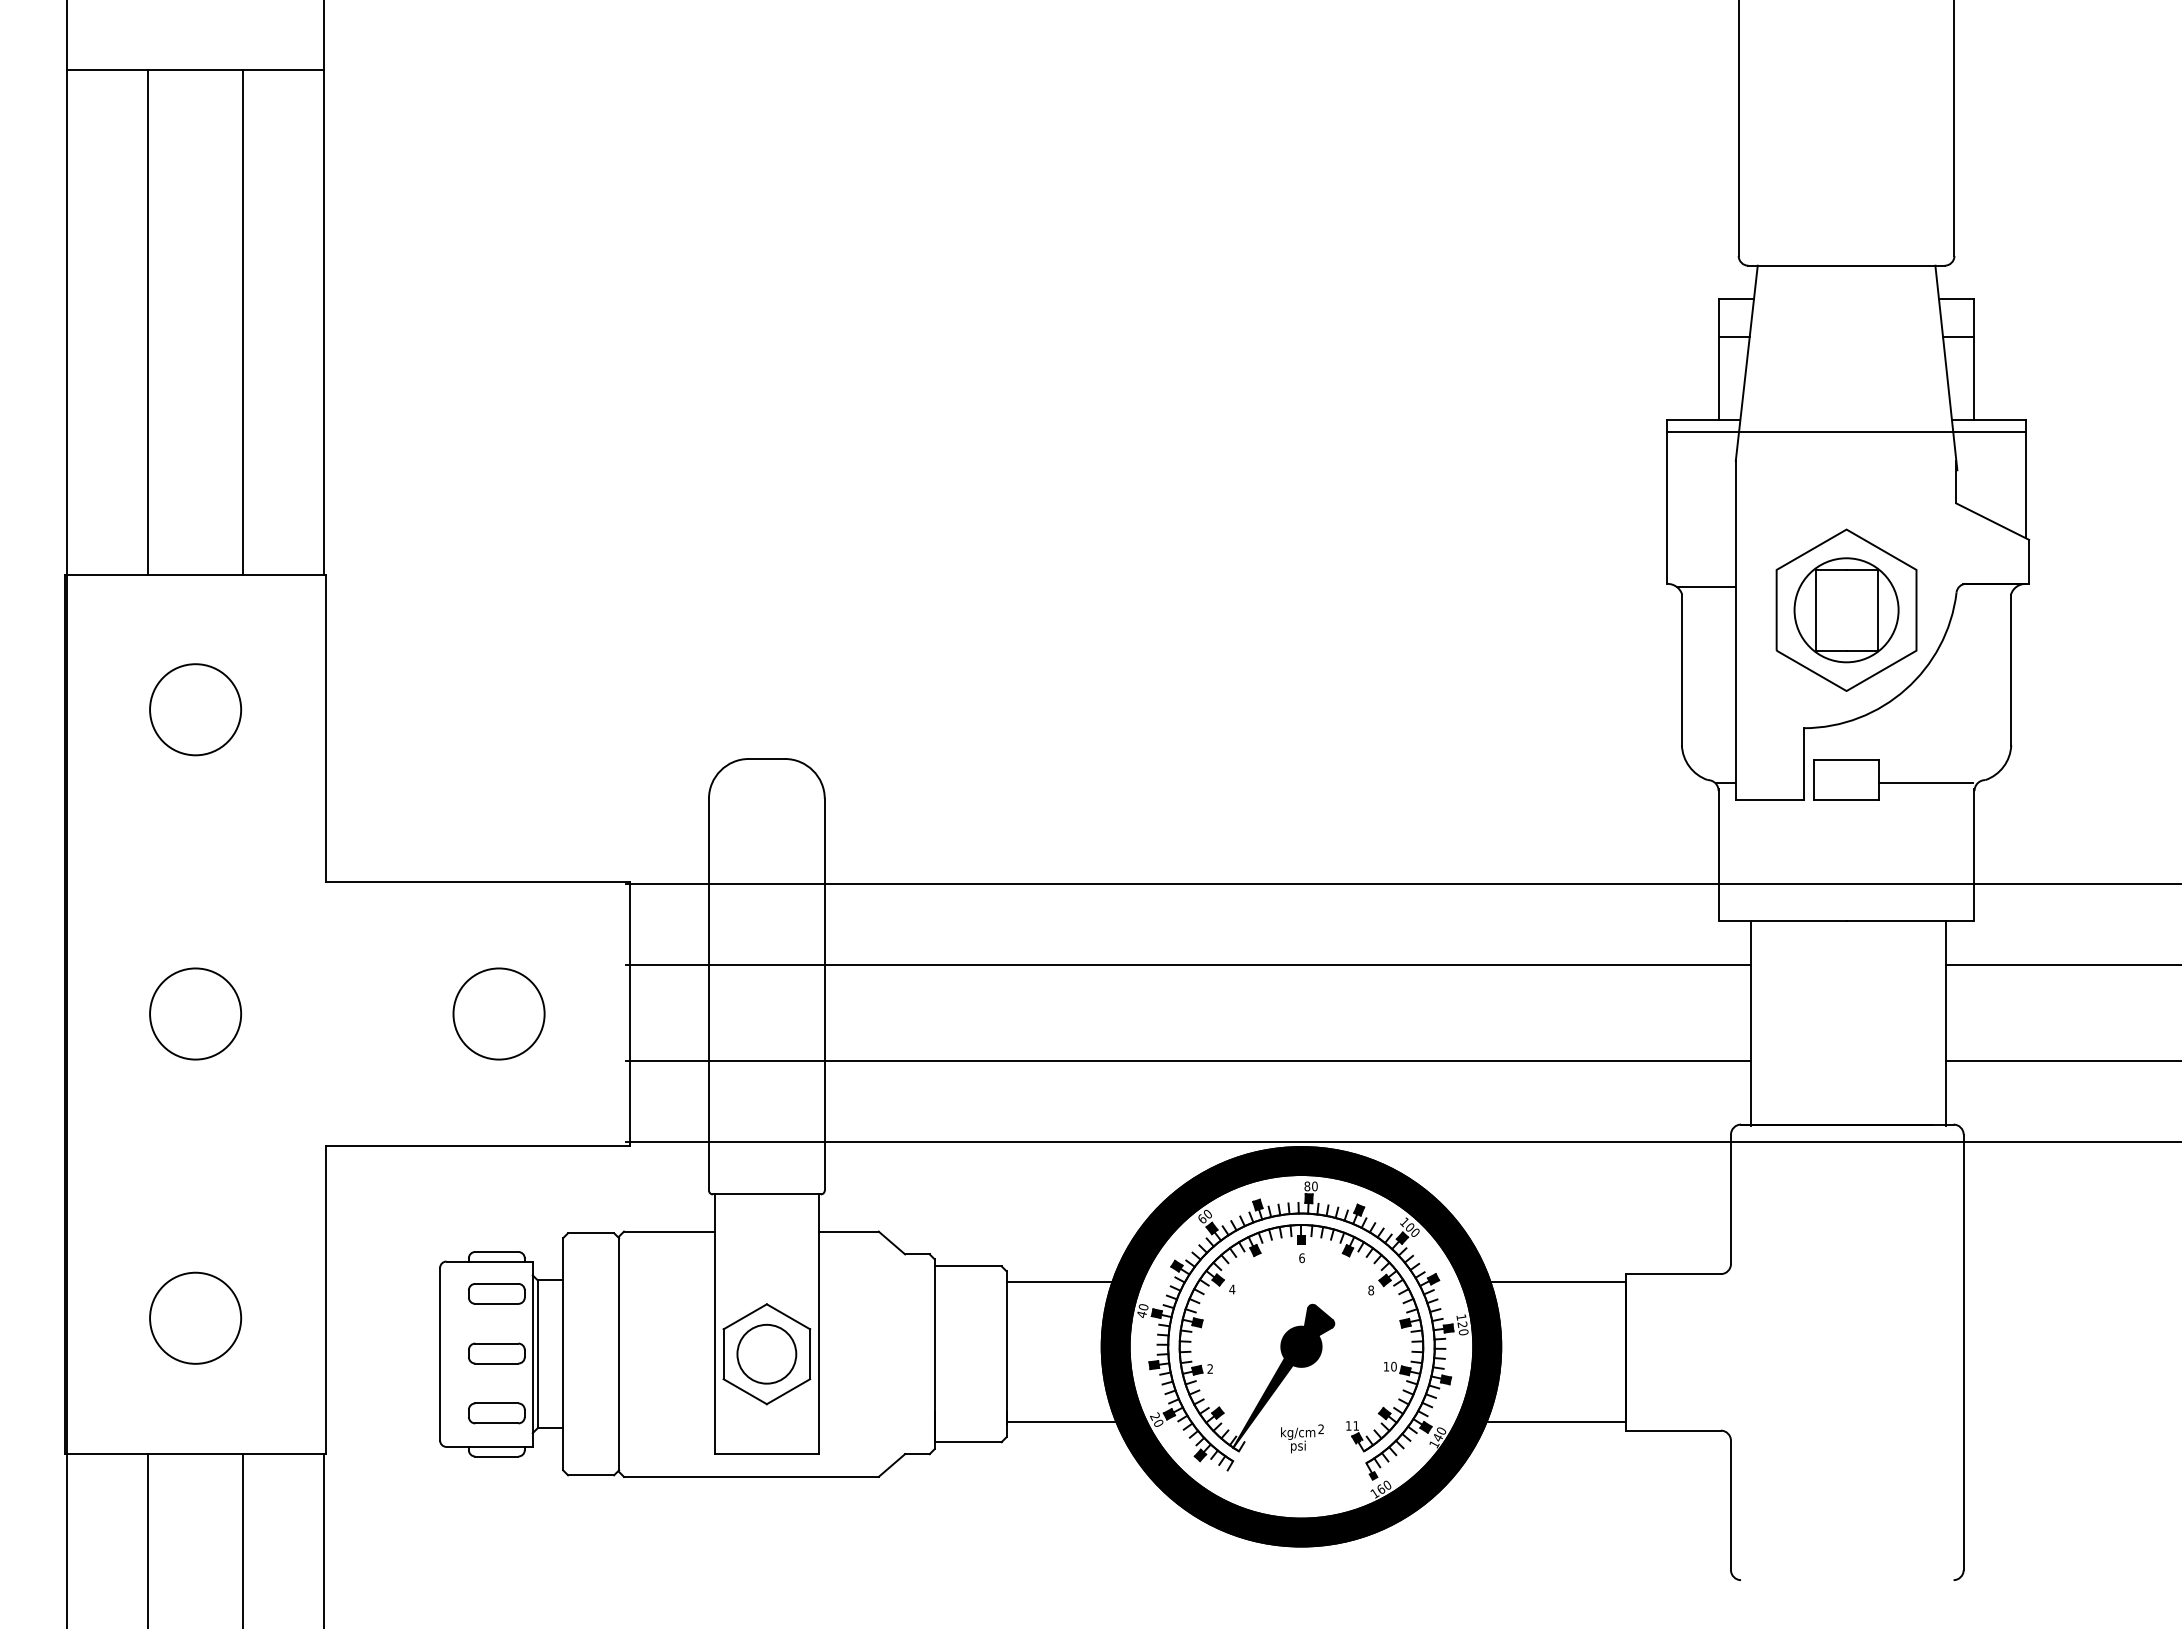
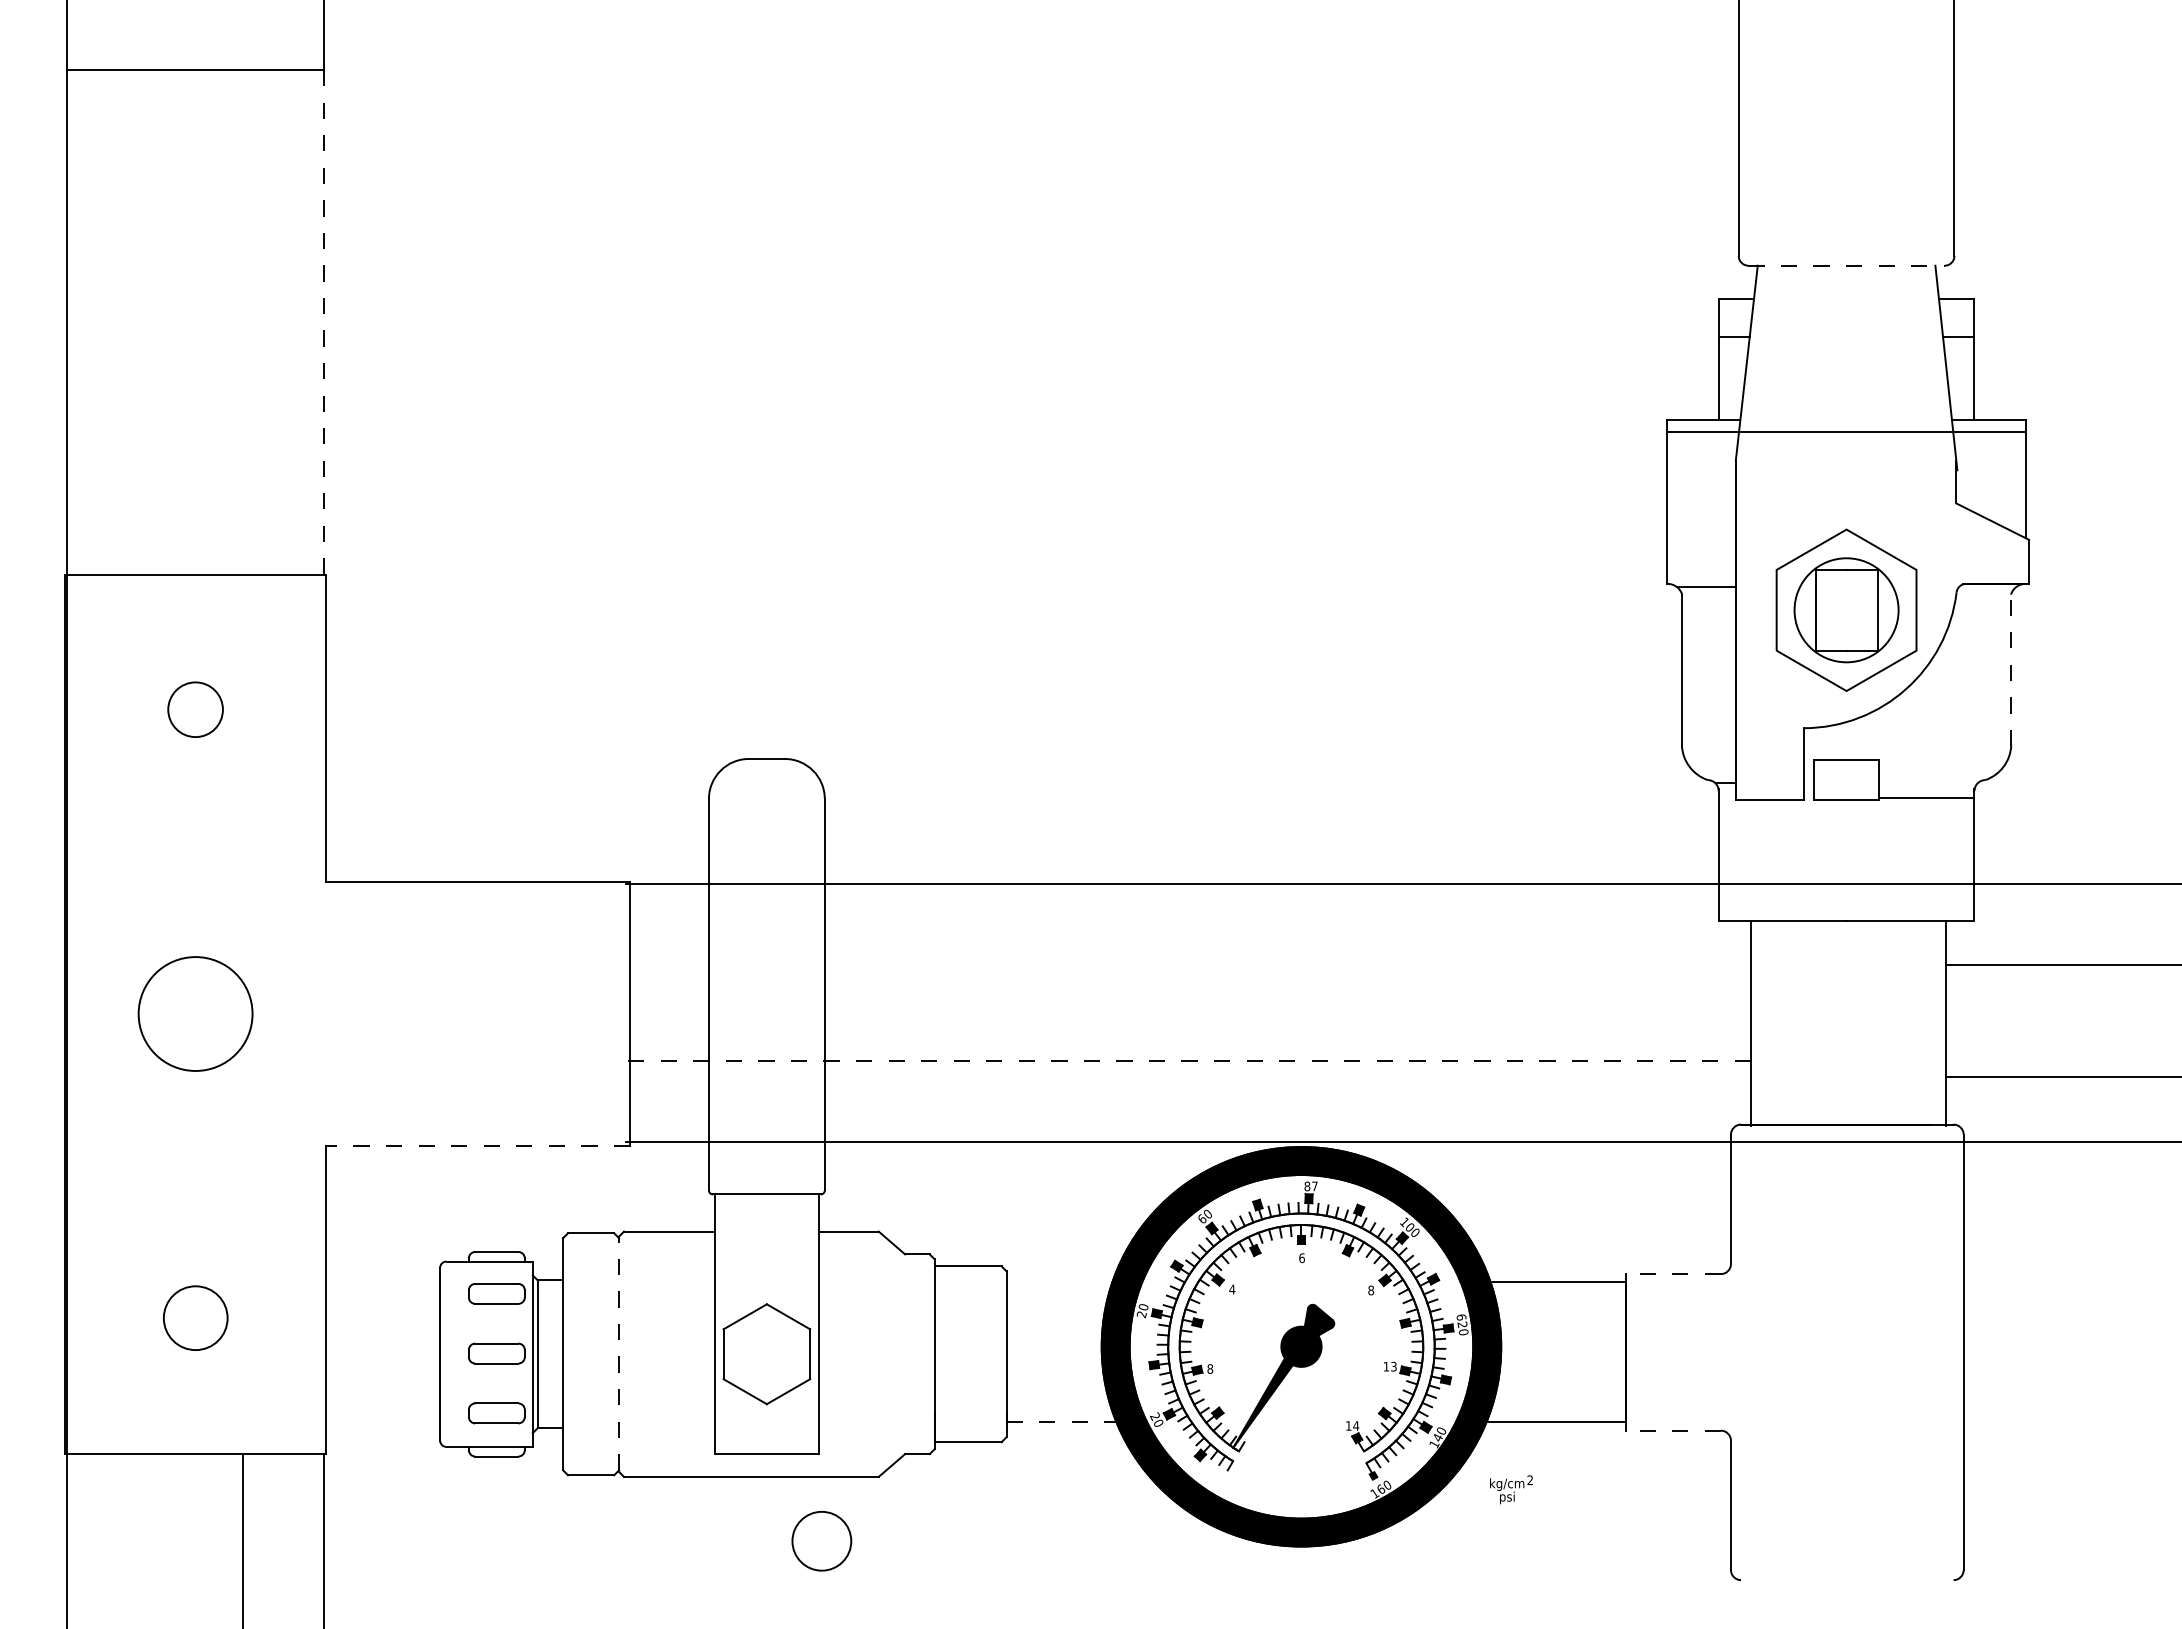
line at (1847, 265): solid -> dashed
line at (147, 322): present -> none
line at (243, 322): present -> none
line at (324, 323): solid -> dashed
line at (2010, 670): solid -> dashed
circle at (195, 709) diameter: 91 px -> 55 px
line at (1925, 783) position: (1925, 783) -> (1925, 798)
line at (1187, 965): present -> none
circle at (195, 1013) diameter: 91 px -> 114 px
circle at (498, 1013): present -> none
line at (1188, 1060): solid -> dashed
line at (2061, 1060) position: (2061, 1060) -> (2061, 1076)
line at (477, 1146): solid -> dashed
text at (1314, 1186): 80 -> 87
line at (1673, 1274): solid -> dashed
line at (1059, 1282): present -> none
text at (1141, 1314): 40 -> 20
circle at (195, 1317) size: 94x94 px -> 66x66 px
text at (1461, 1317): 120 -> 620
line at (619, 1353): solid -> dashed
circle at (766, 1354) position: (766, 1354) -> (821, 1541)
text at (1393, 1366): 10 -> 13
text at (1210, 1368): 2 -> 8
line at (1061, 1422): solid -> dashed
text at (1356, 1425): 11 -> 14
line at (1673, 1430): solid -> dashed
text at (1302, 1438) position: (1302, 1438) -> (1511, 1489)
line at (147, 1539): present -> none
